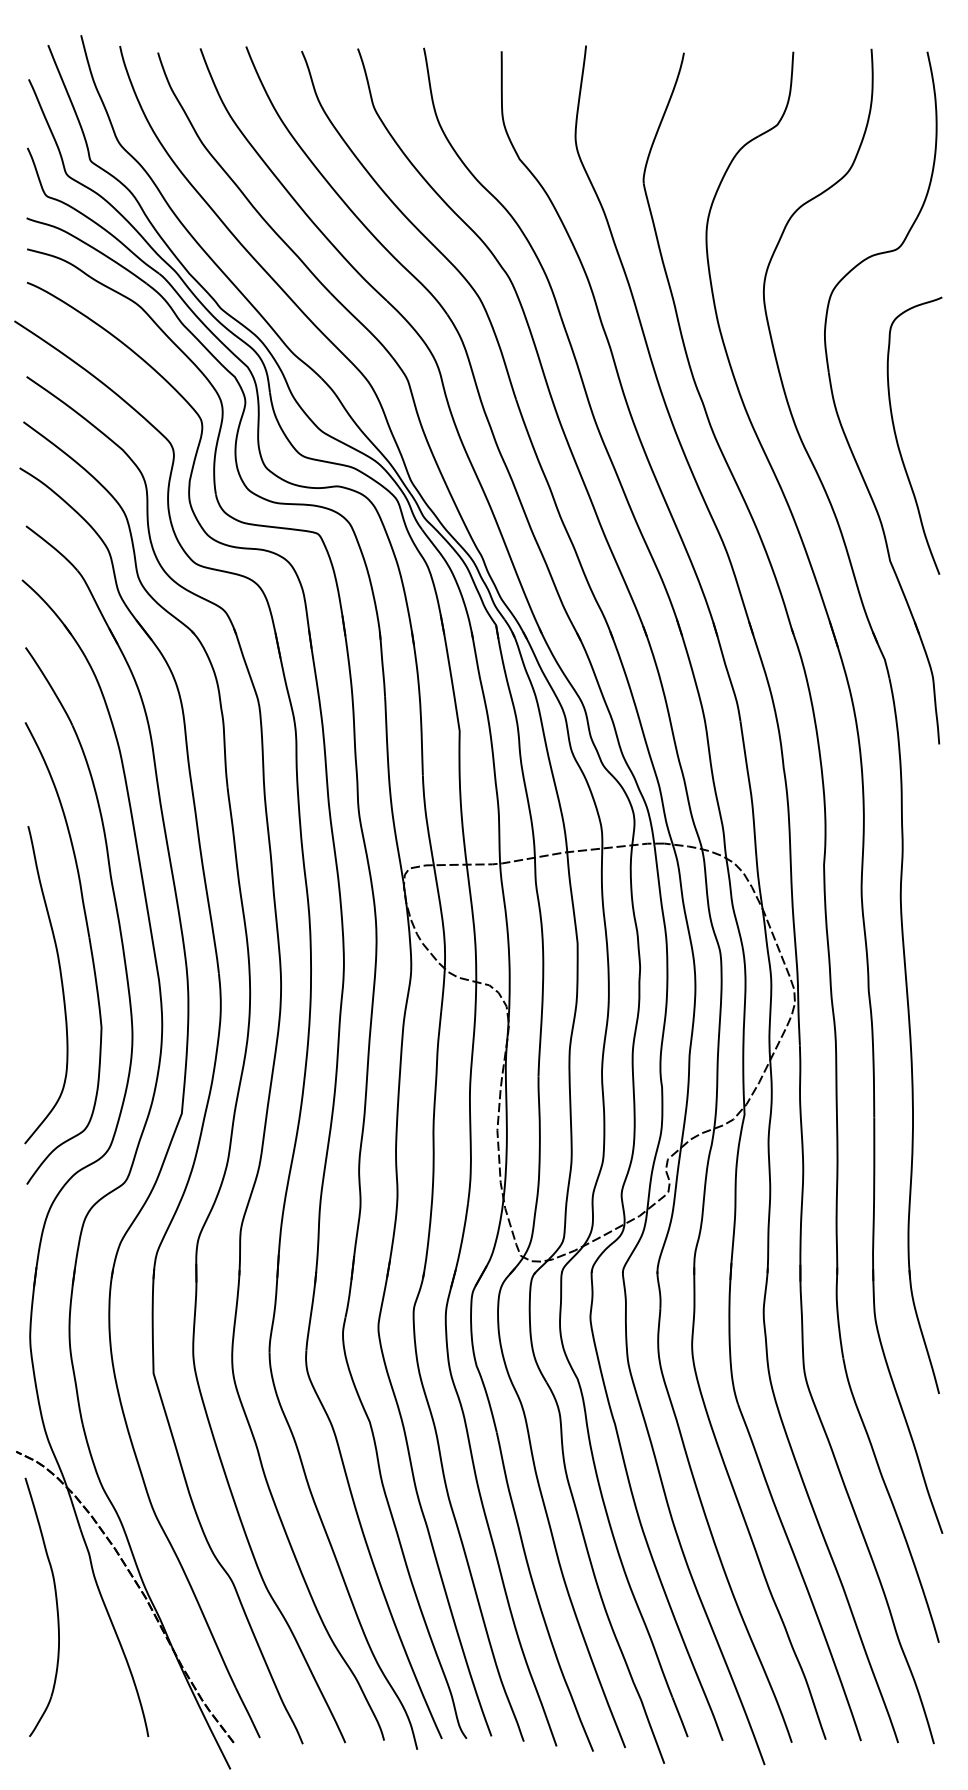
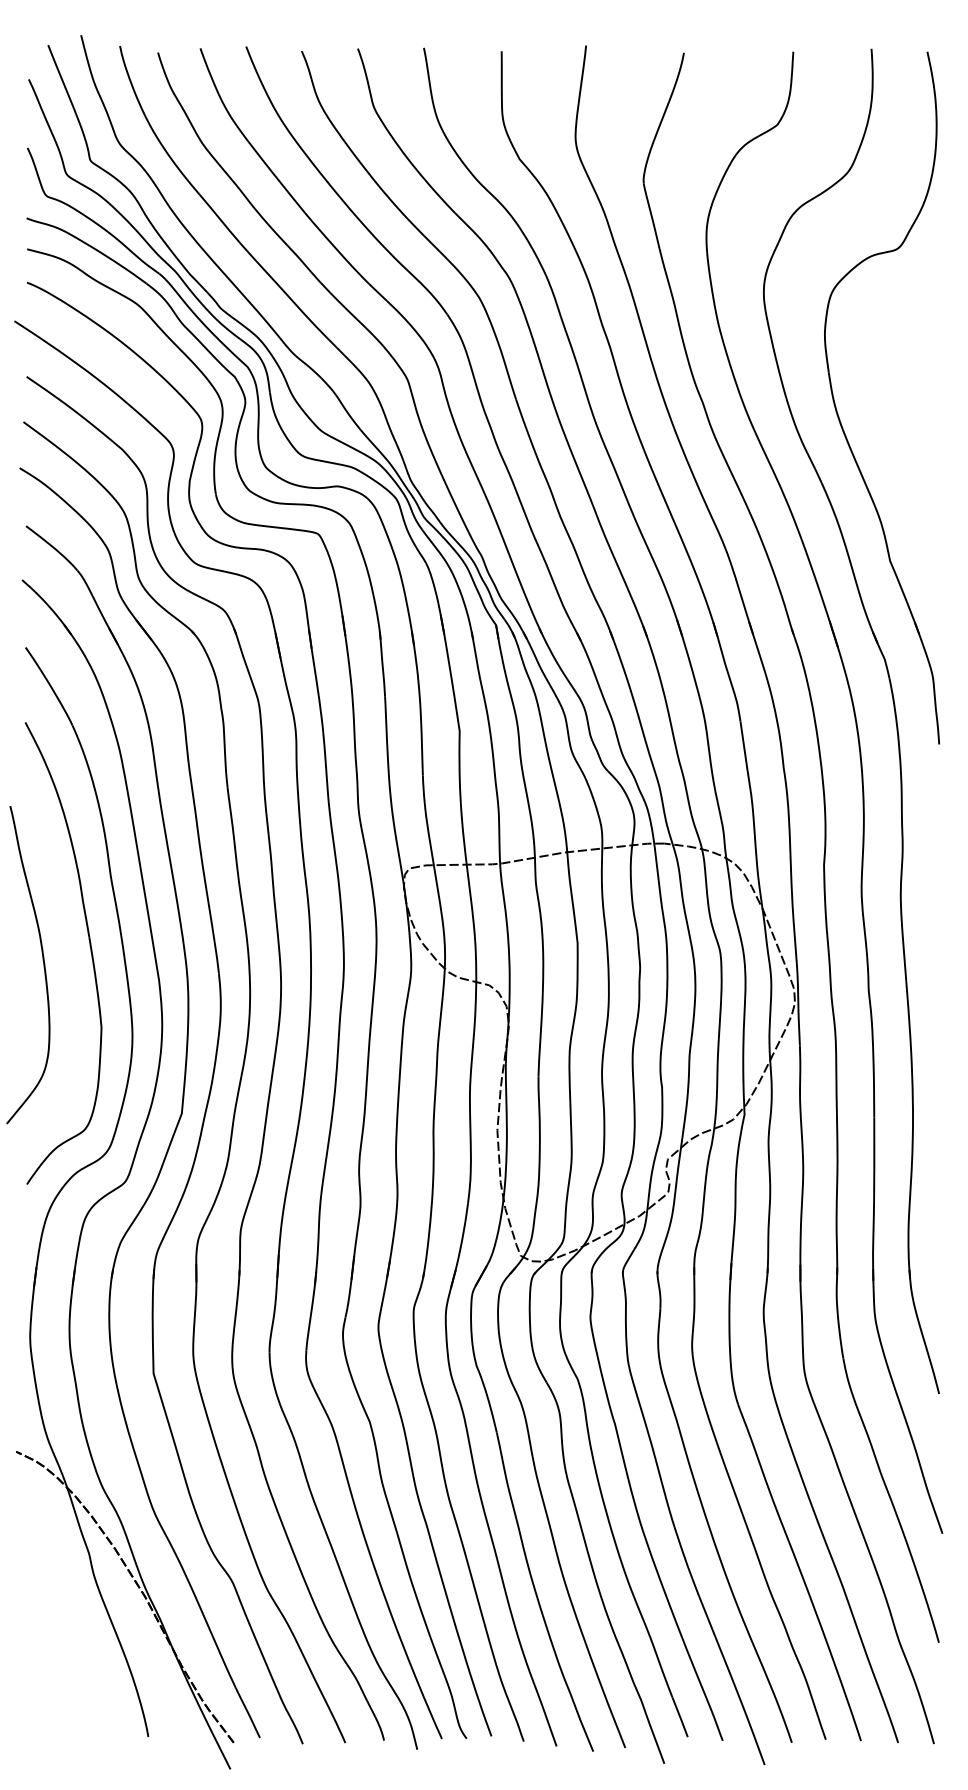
part at (897, 438): present -> none
curve at (60, 980) position: (60, 980) -> (42, 960)
part at (55, 1601): present -> none
